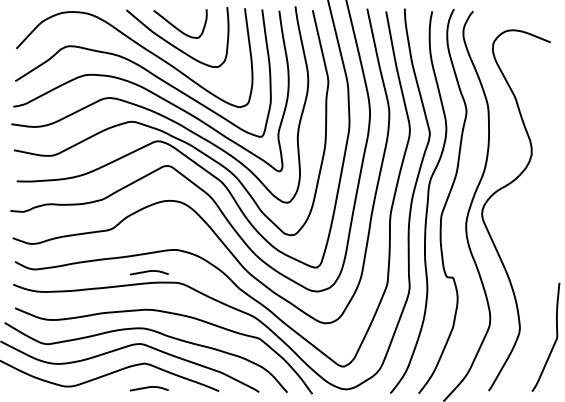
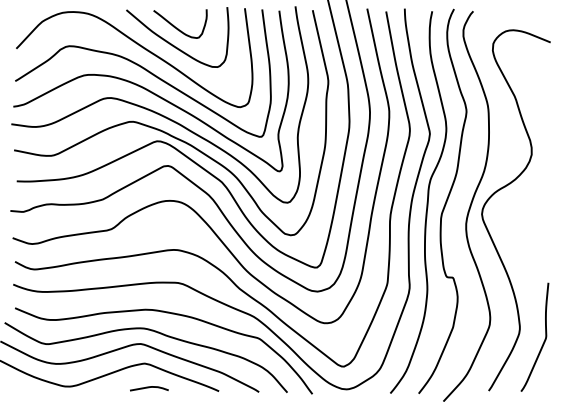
curve at (149, 272): present -> none
curve at (554, 341) position: (554, 341) -> (543, 341)
